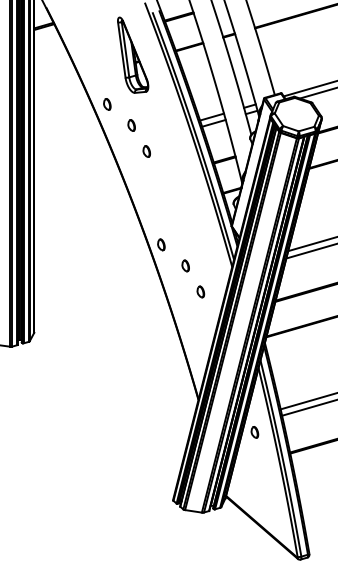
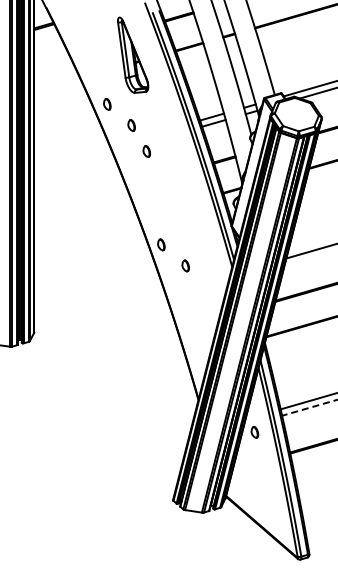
line at (311, 244): present -> none
part at (200, 291): present -> none
line at (309, 407): solid -> dashed
